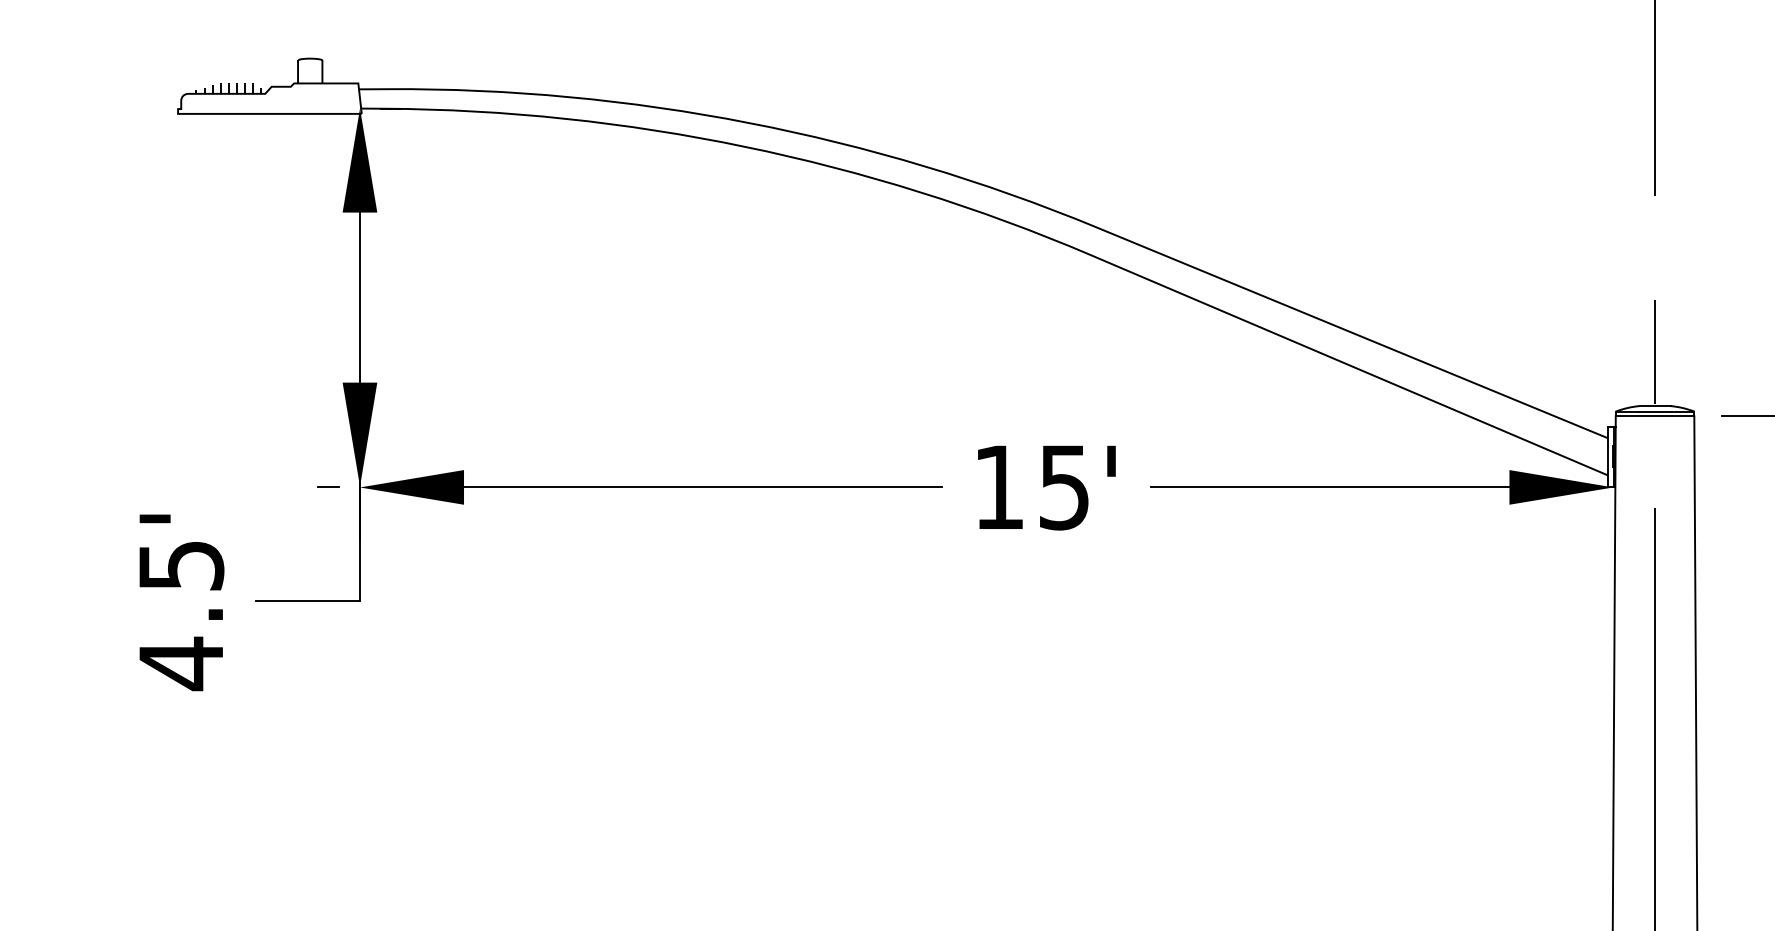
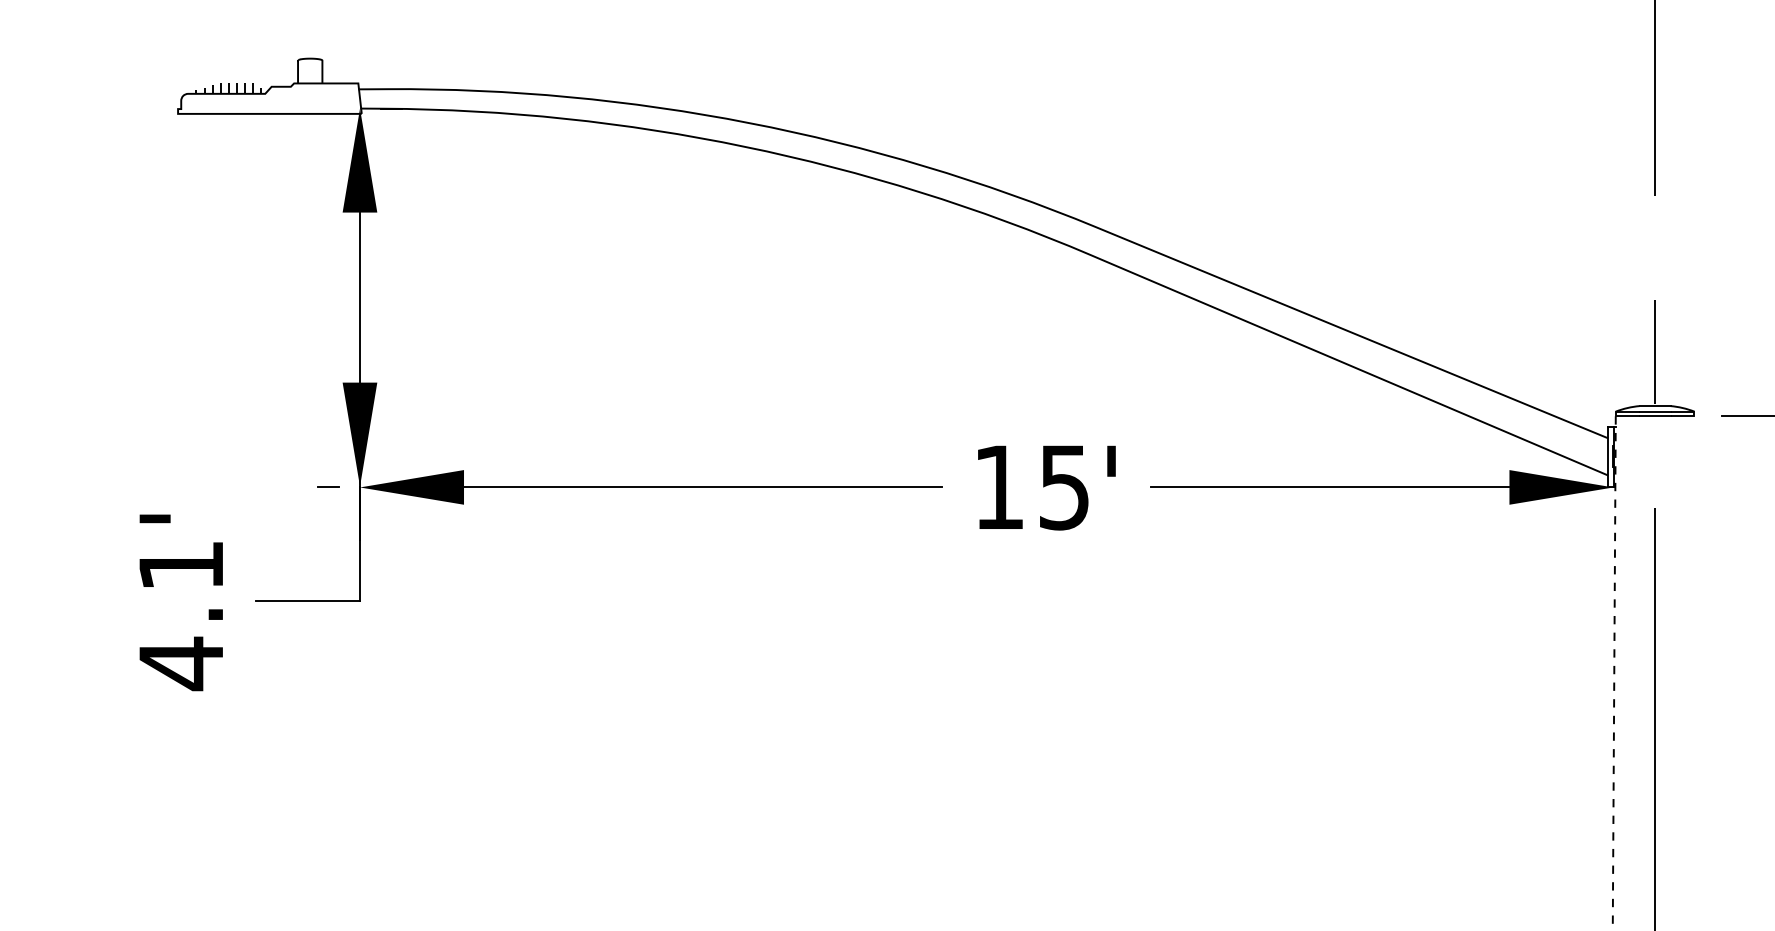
text at (181, 566): 4.5' -> 4.1'
line at (1695, 671): present -> none
line at (1614, 673): solid -> dashed
